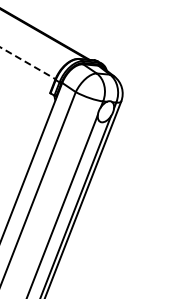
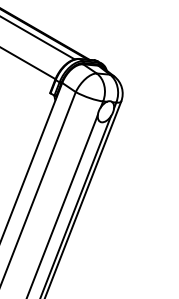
line at (38, 38): none -> present
line at (27, 63): dashed -> solid
